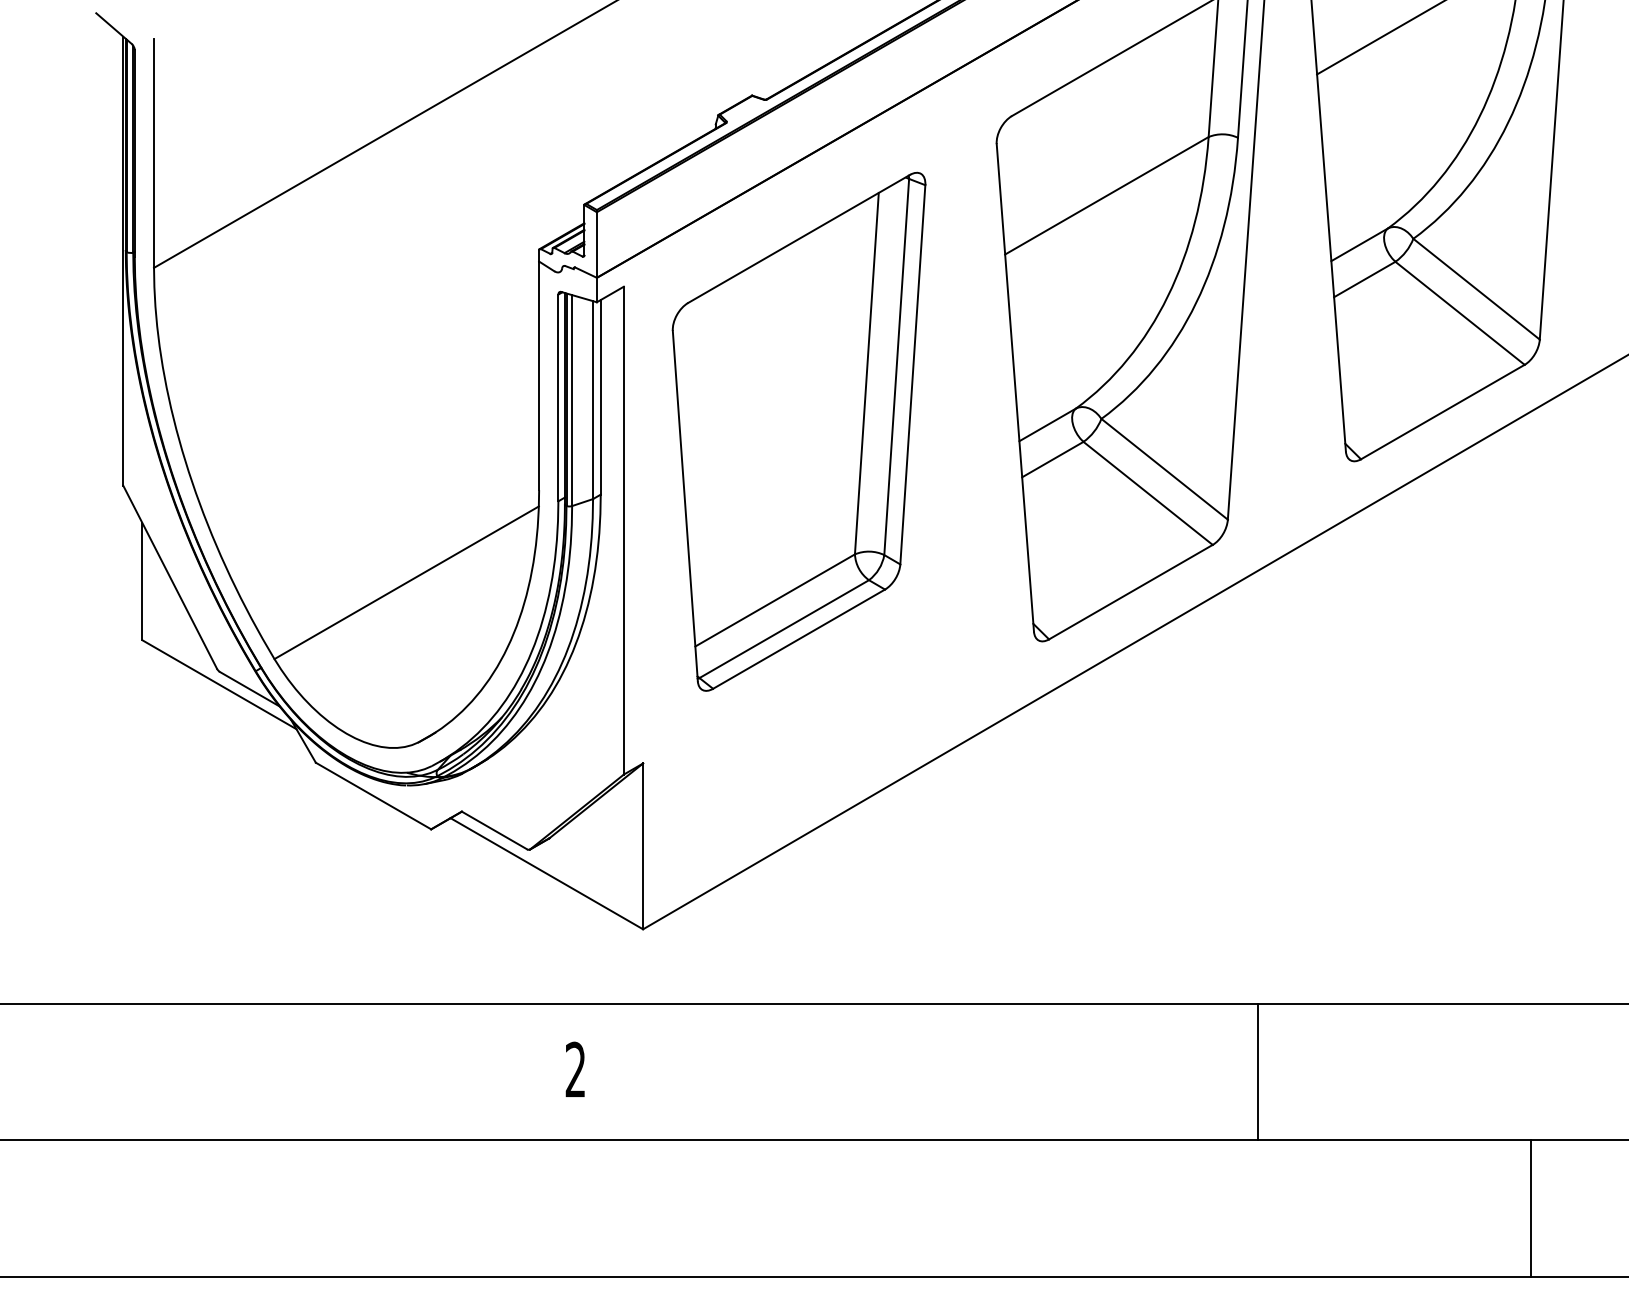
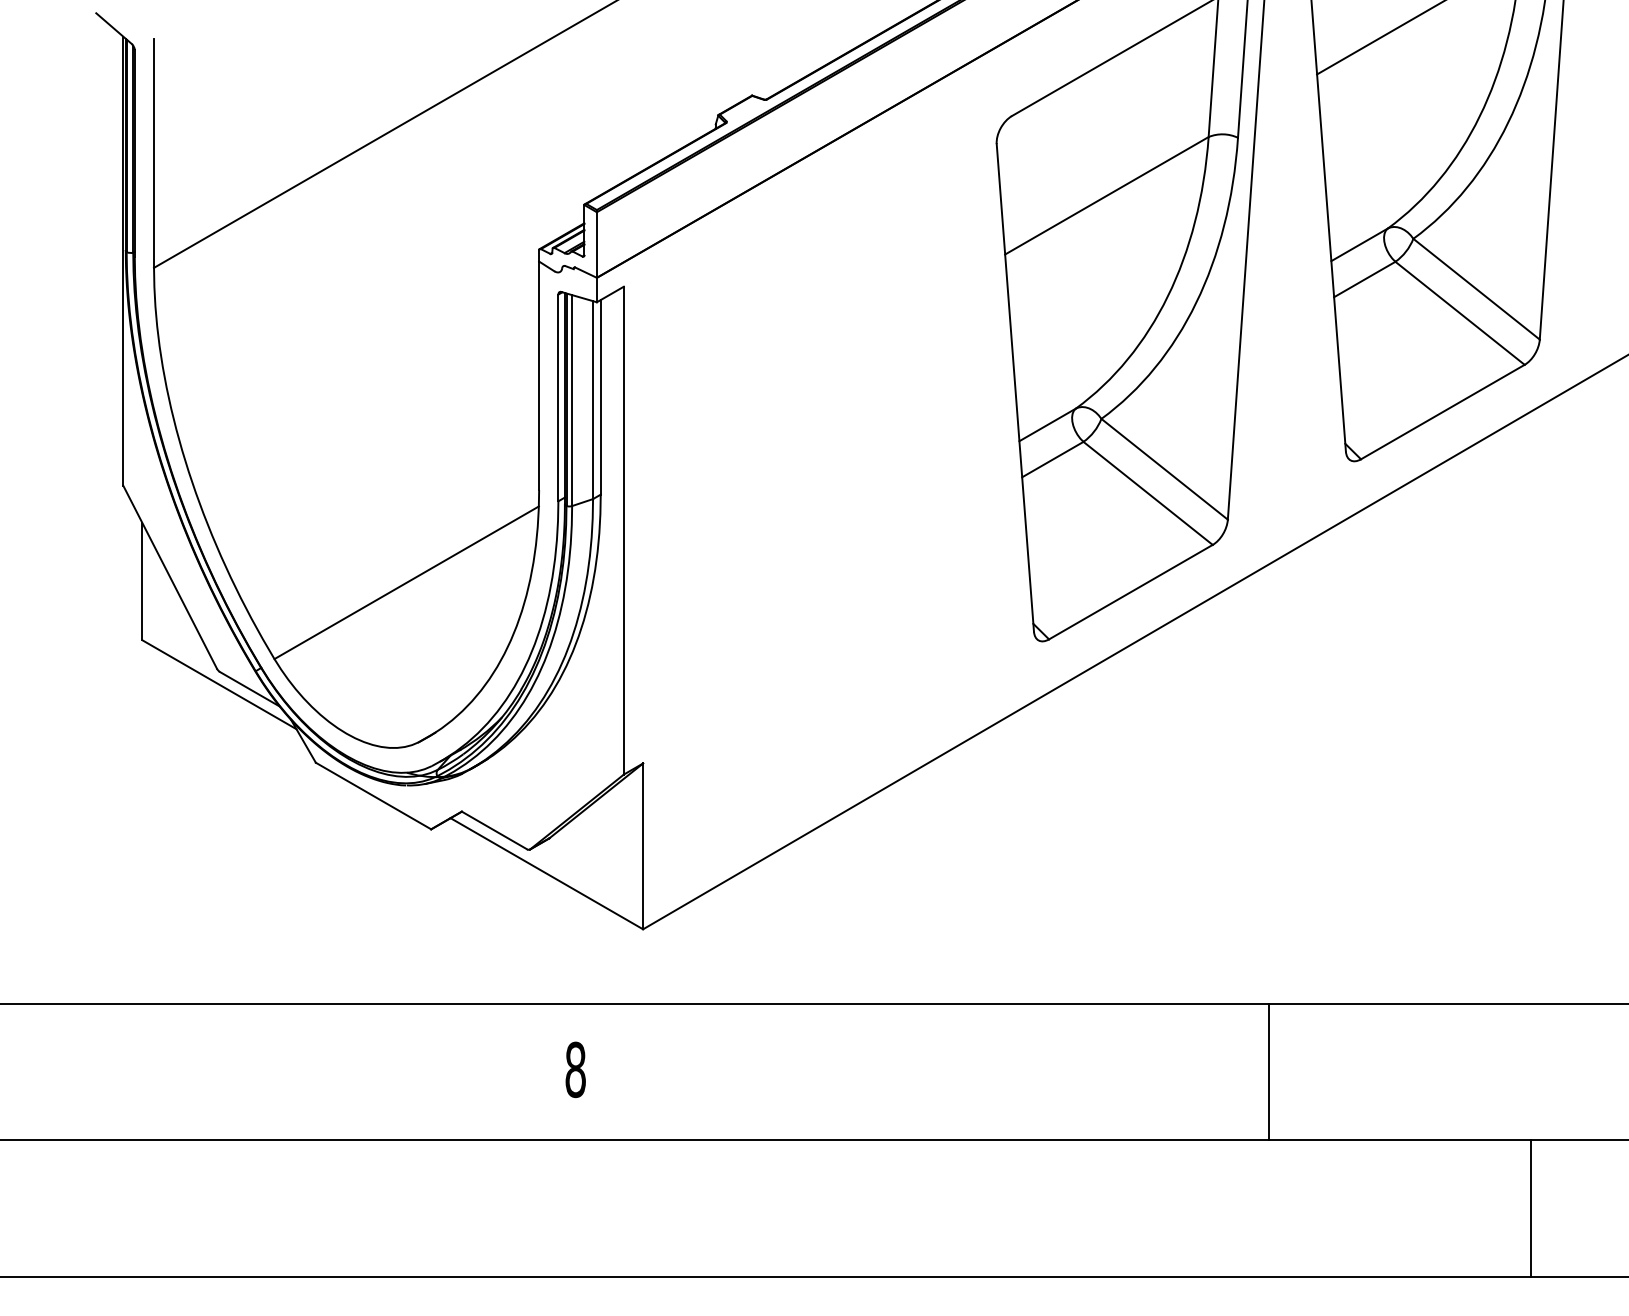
part at (798, 431): present -> none
text at (575, 1069): 2 -> 8
line at (1258, 1072) position: (1258, 1072) -> (1269, 1072)
